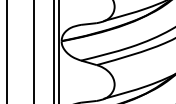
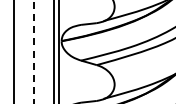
line at (7, 51) position: (7, 51) -> (14, 51)
line at (33, 52): solid -> dashed
